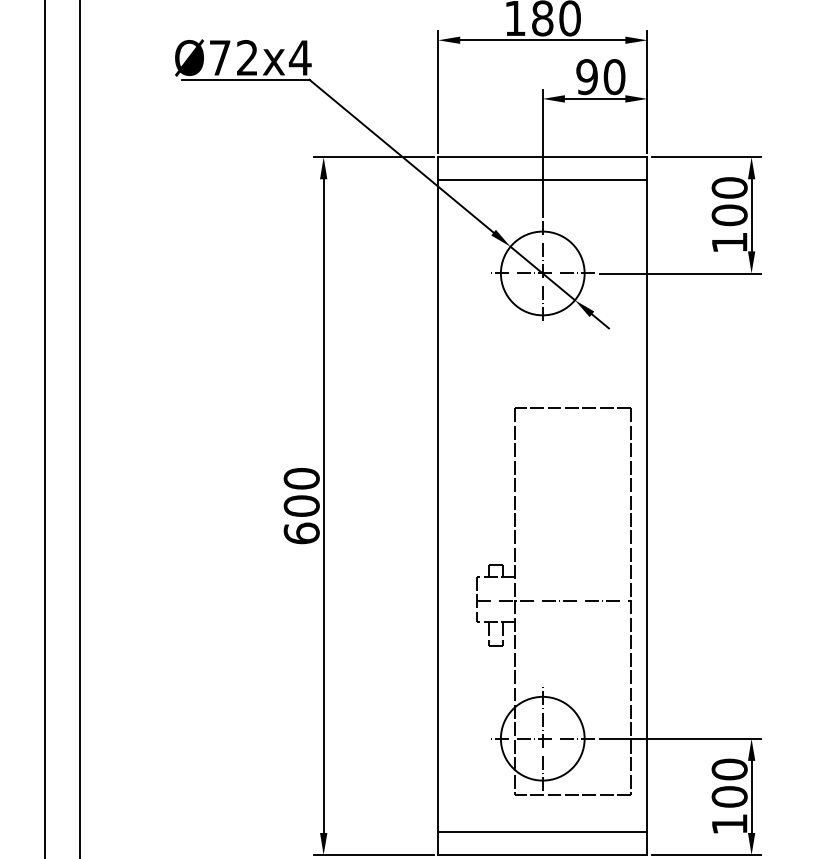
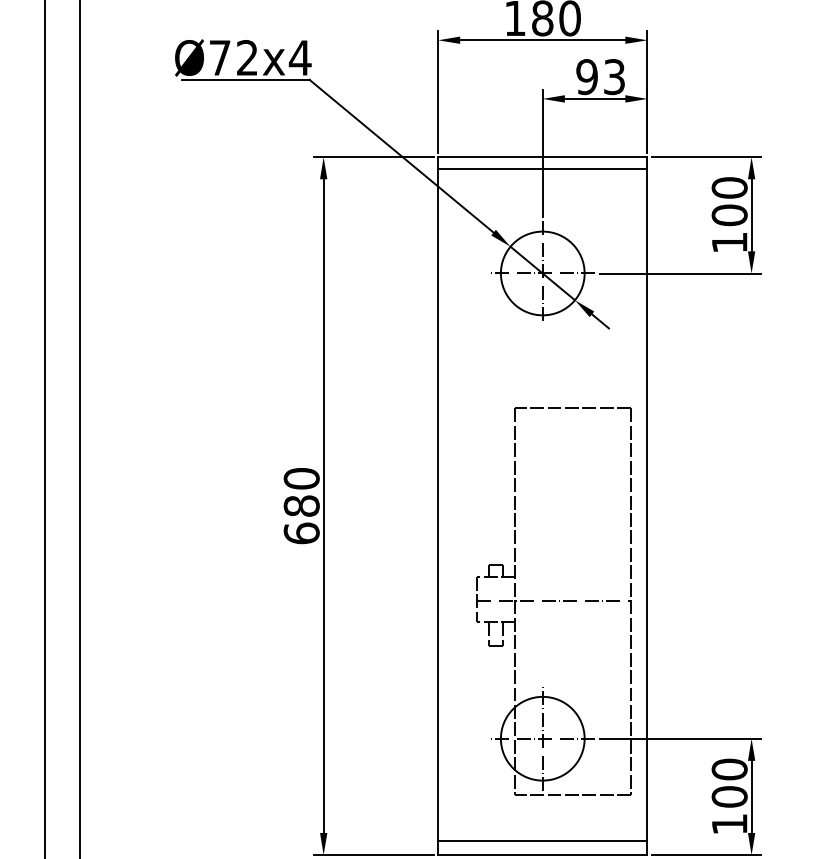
text at (614, 77): 90 -> 93
line at (542, 180) position: (542, 180) -> (542, 169)
text at (301, 505): 600 -> 680
line at (542, 831) position: (542, 831) -> (542, 840)
